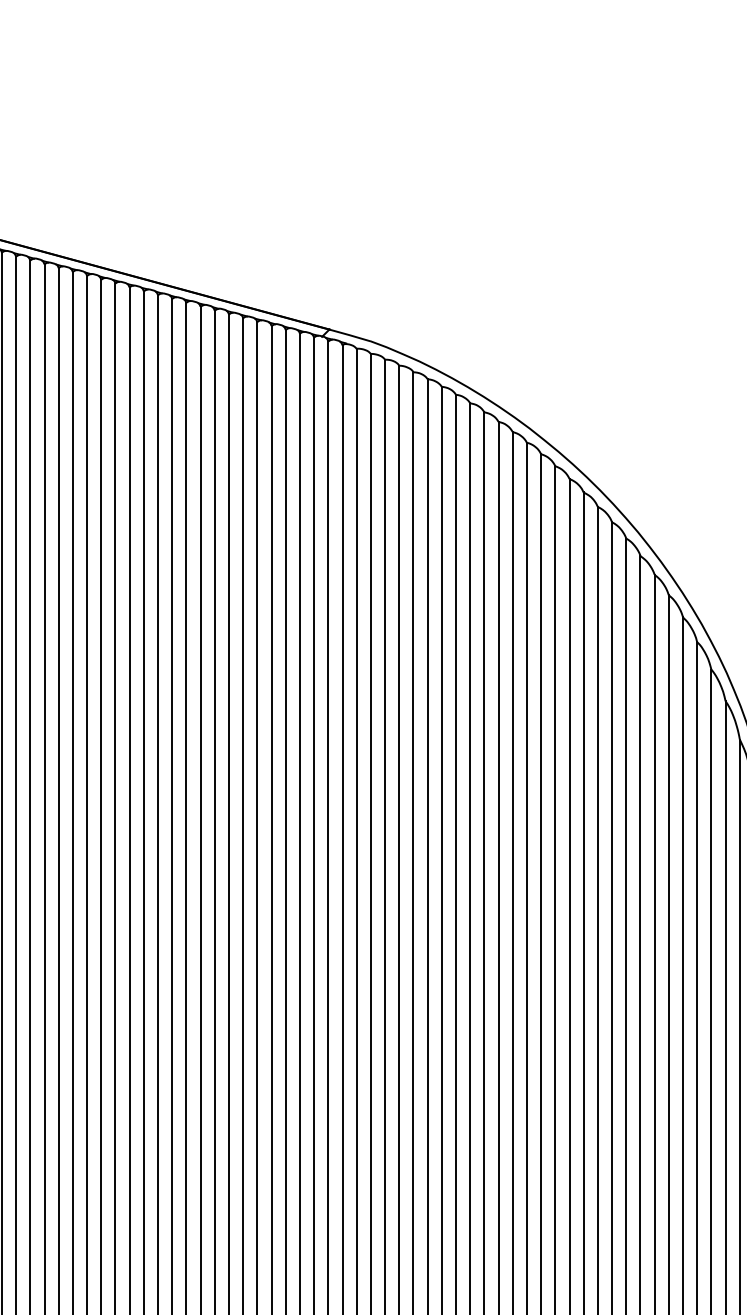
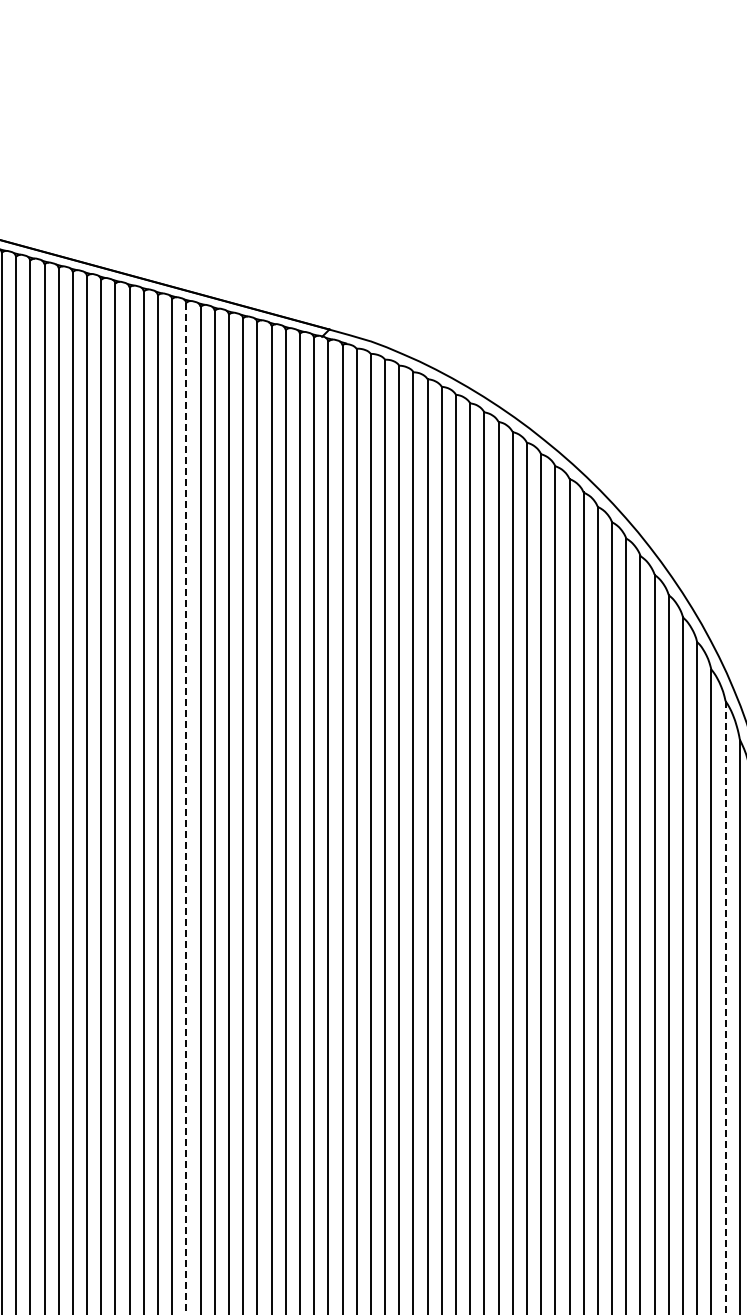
line at (186, 808): solid -> dashed
line at (725, 1008): solid -> dashed
